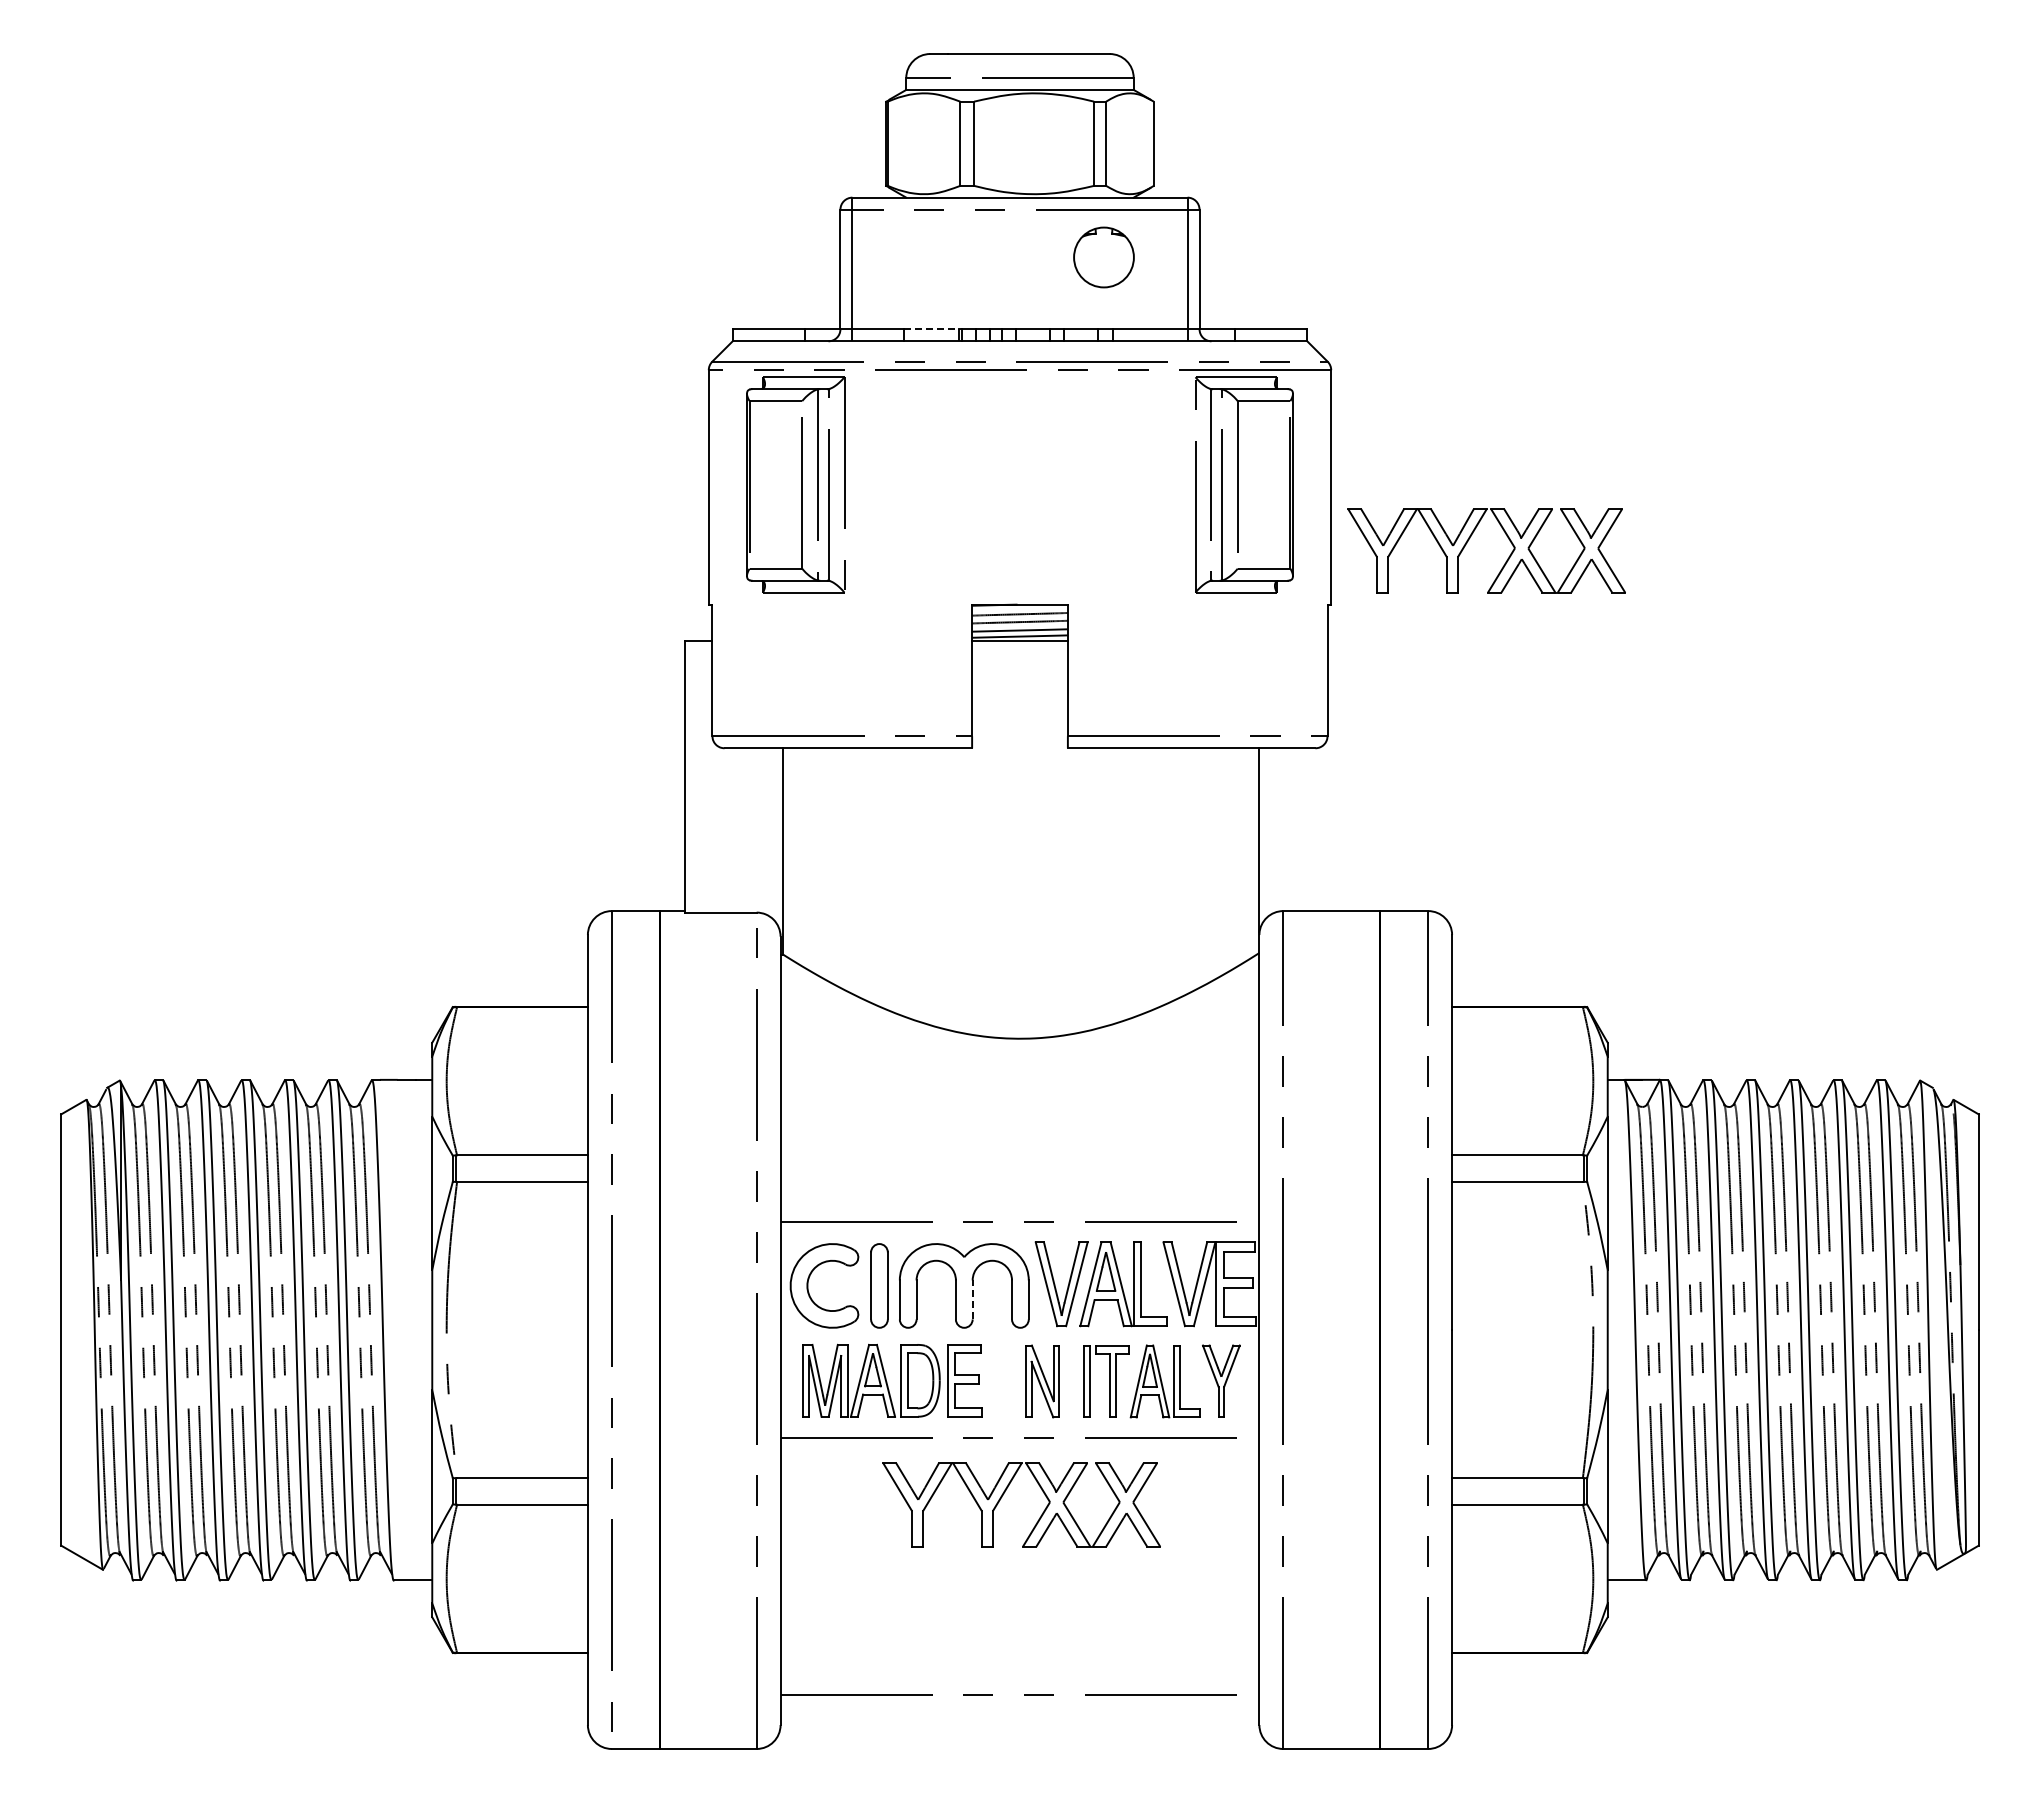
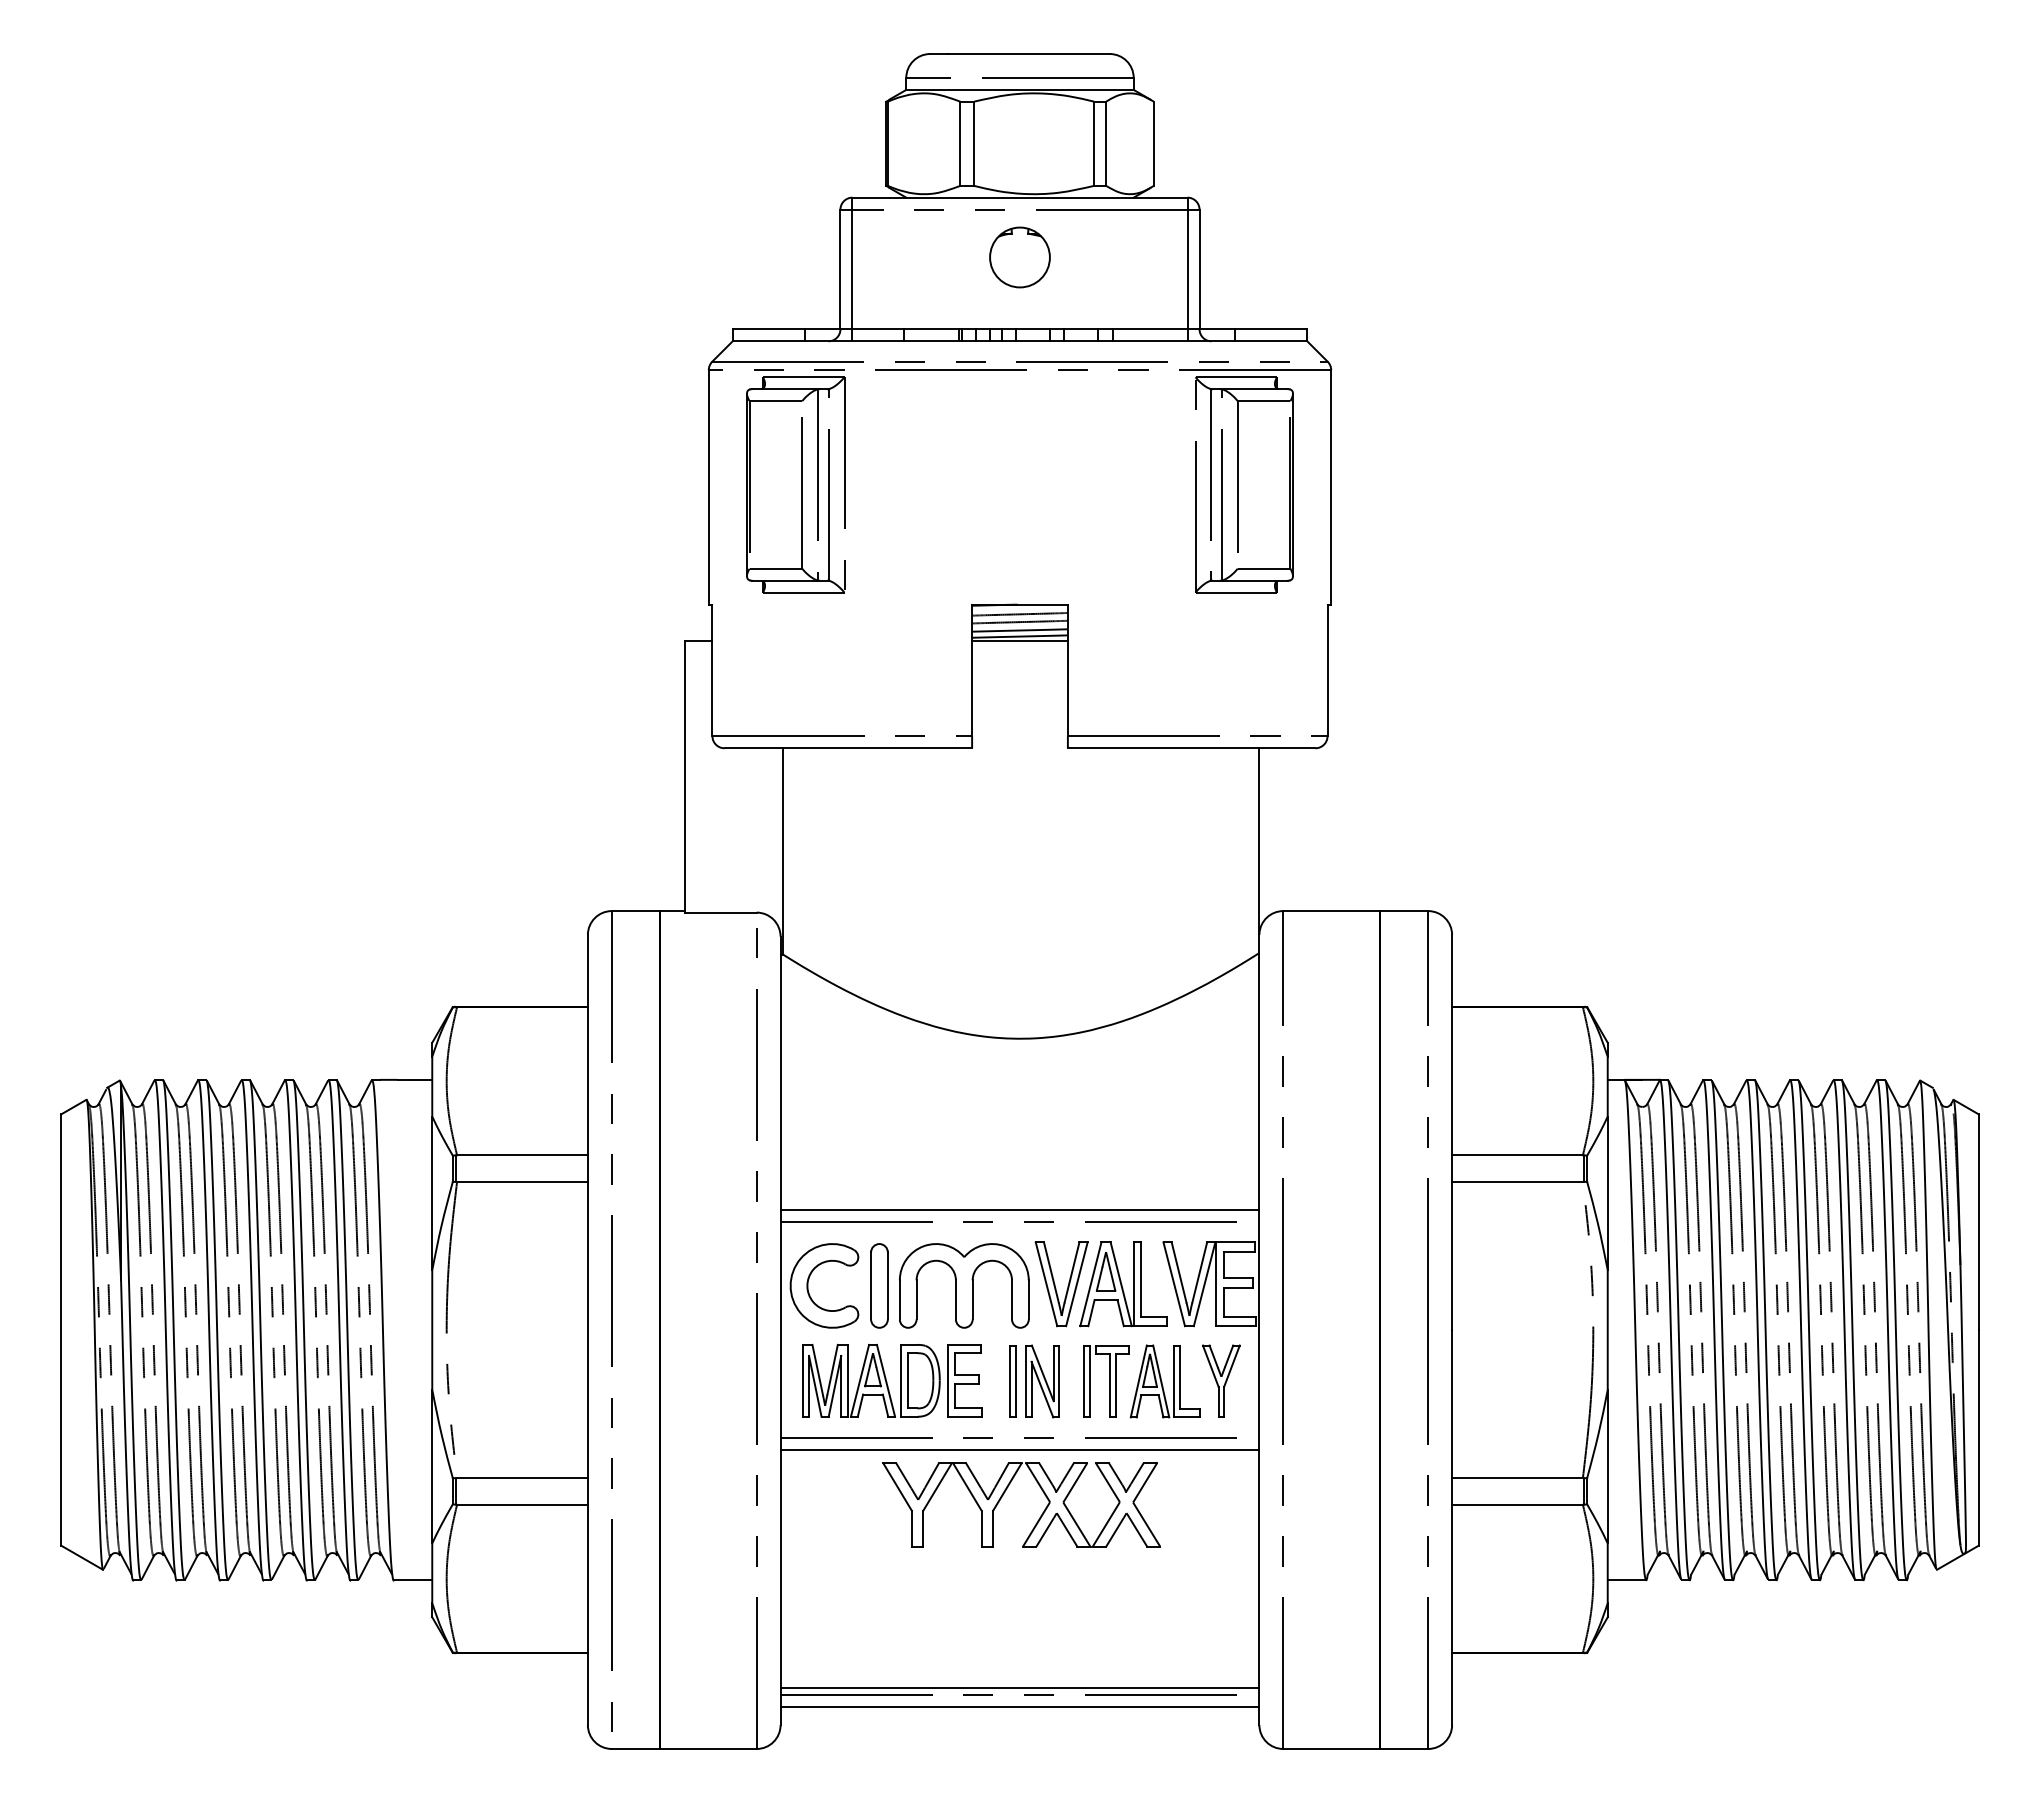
part at (1103, 257) position: (1103, 257) -> (1019, 257)
line at (932, 329): dashed -> solid
part at (1470, 538): present -> none
line at (1019, 1210): none -> present
line at (972, 1299): dashed -> solid
part at (1012, 1381): none -> present
line at (1019, 1449): none -> present
line at (1019, 1687): none -> present
line at (1019, 1707): none -> present
